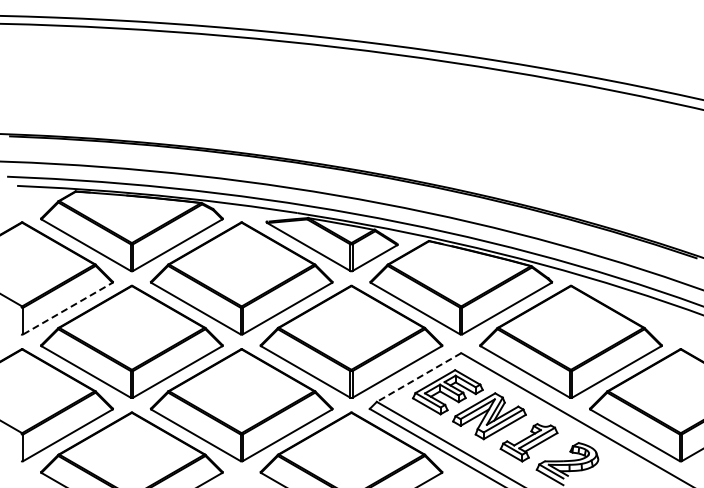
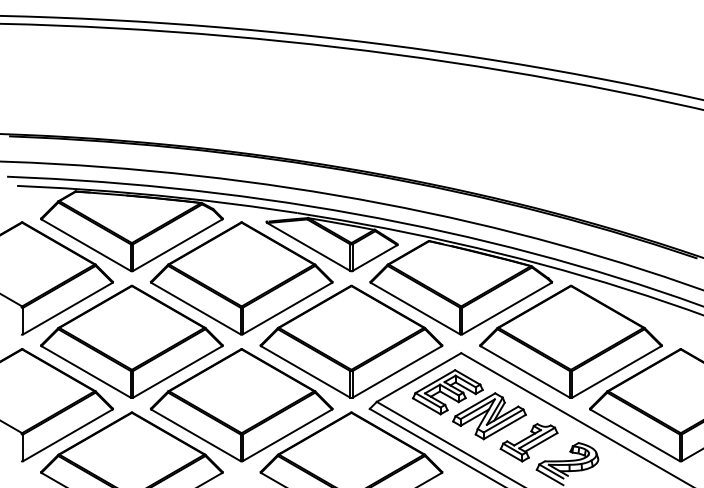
line at (67, 308): dashed -> solid
line at (419, 377): dashed -> solid
